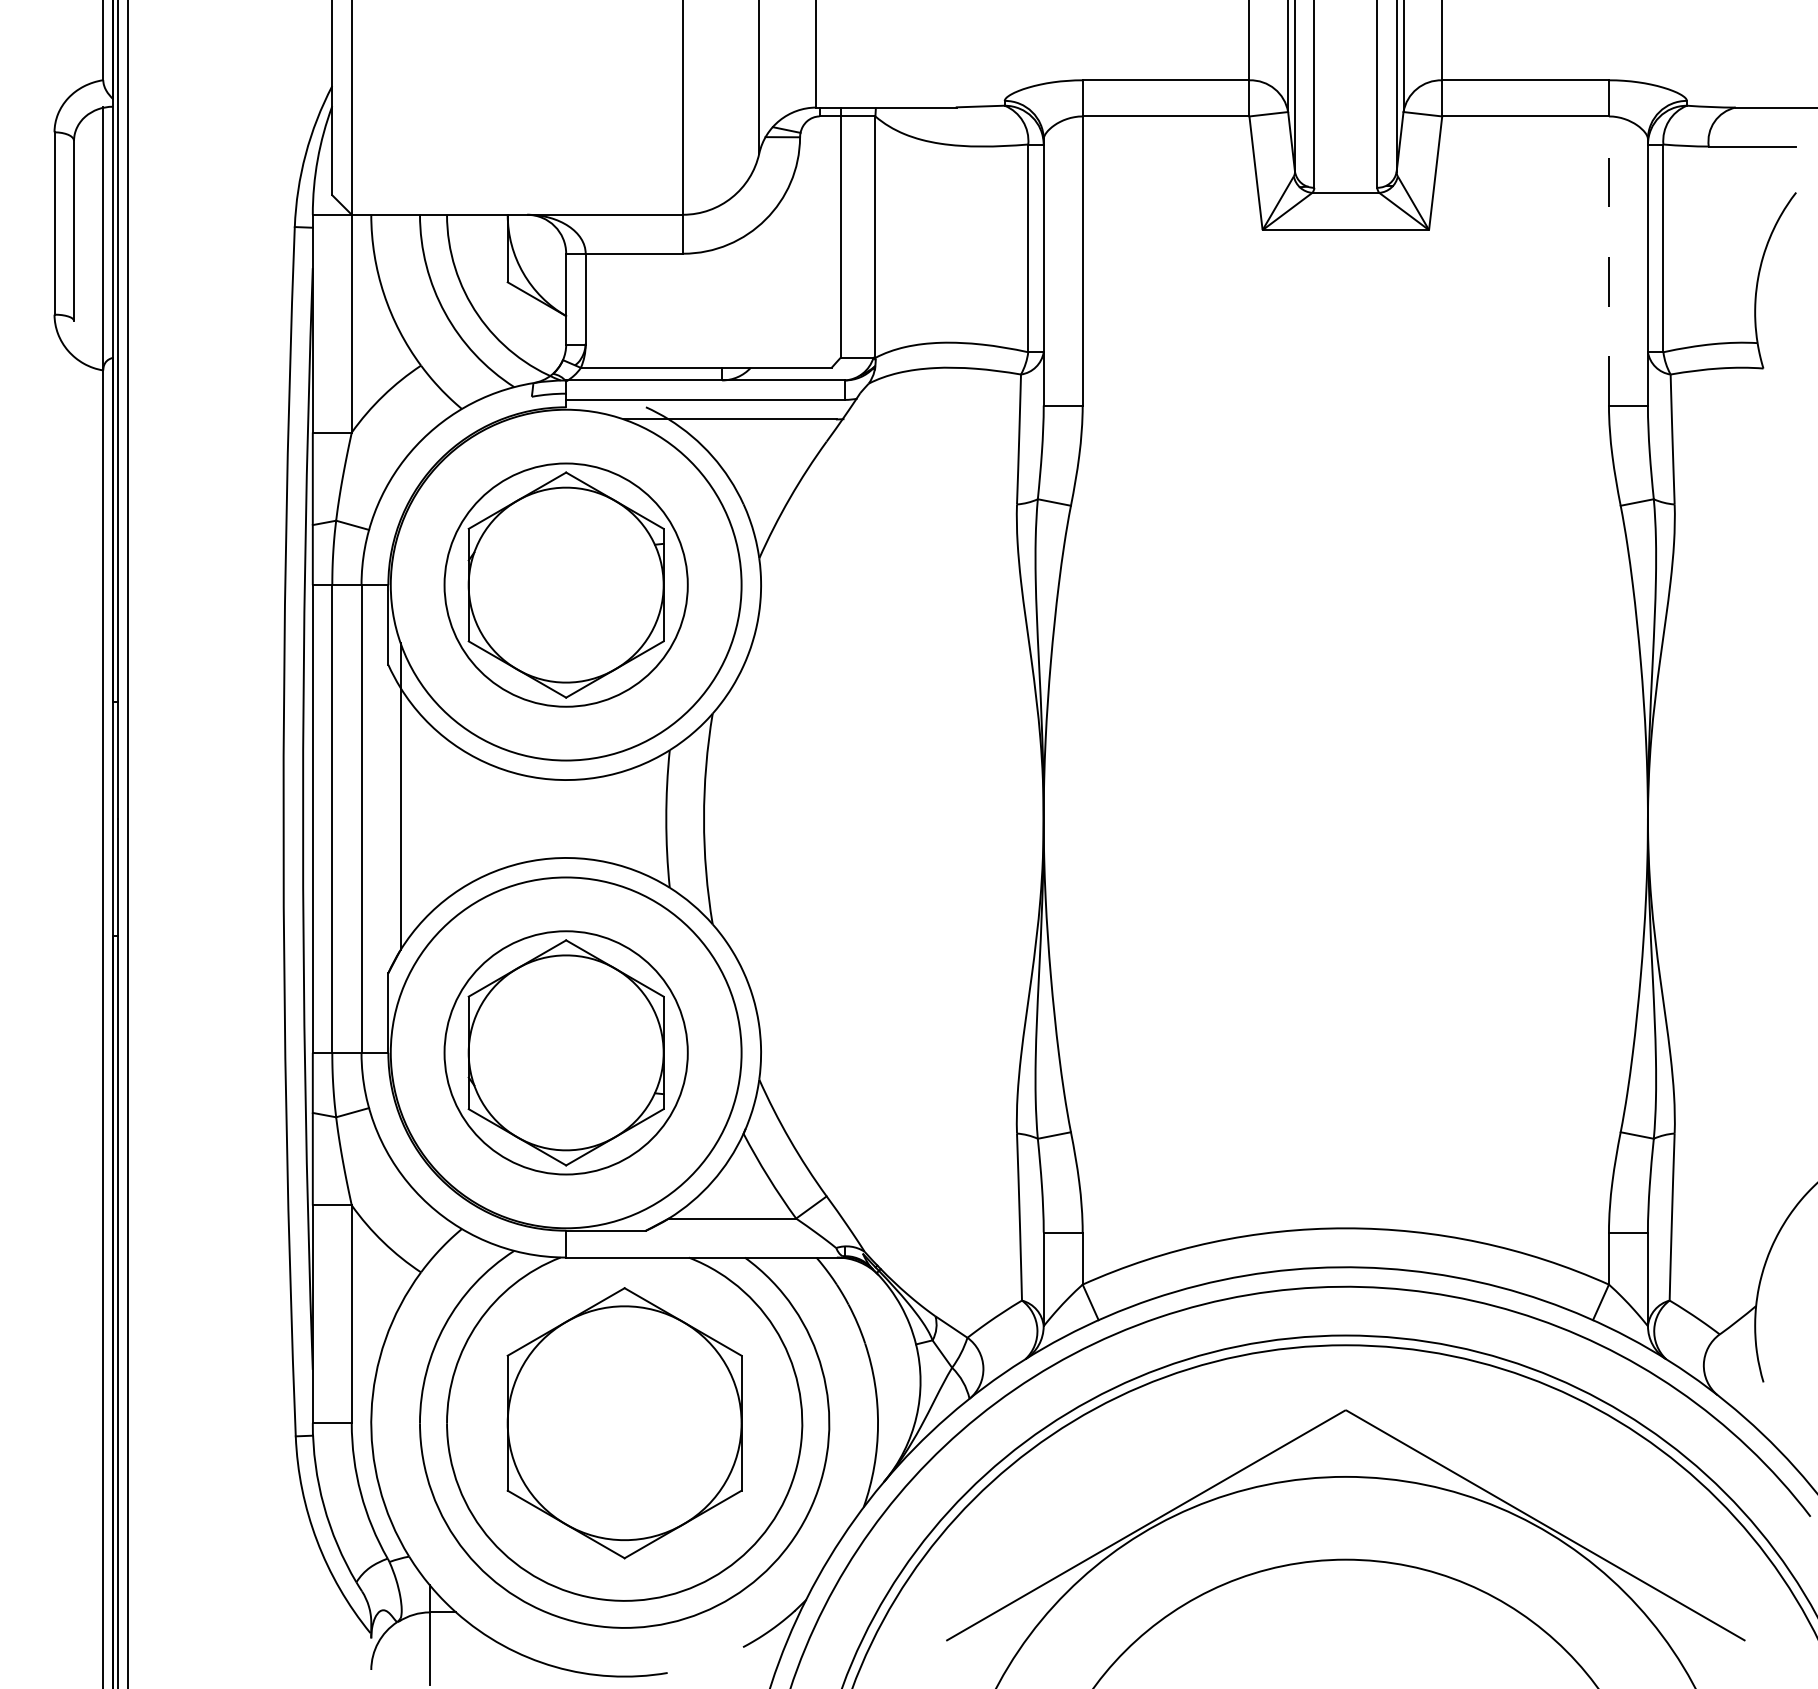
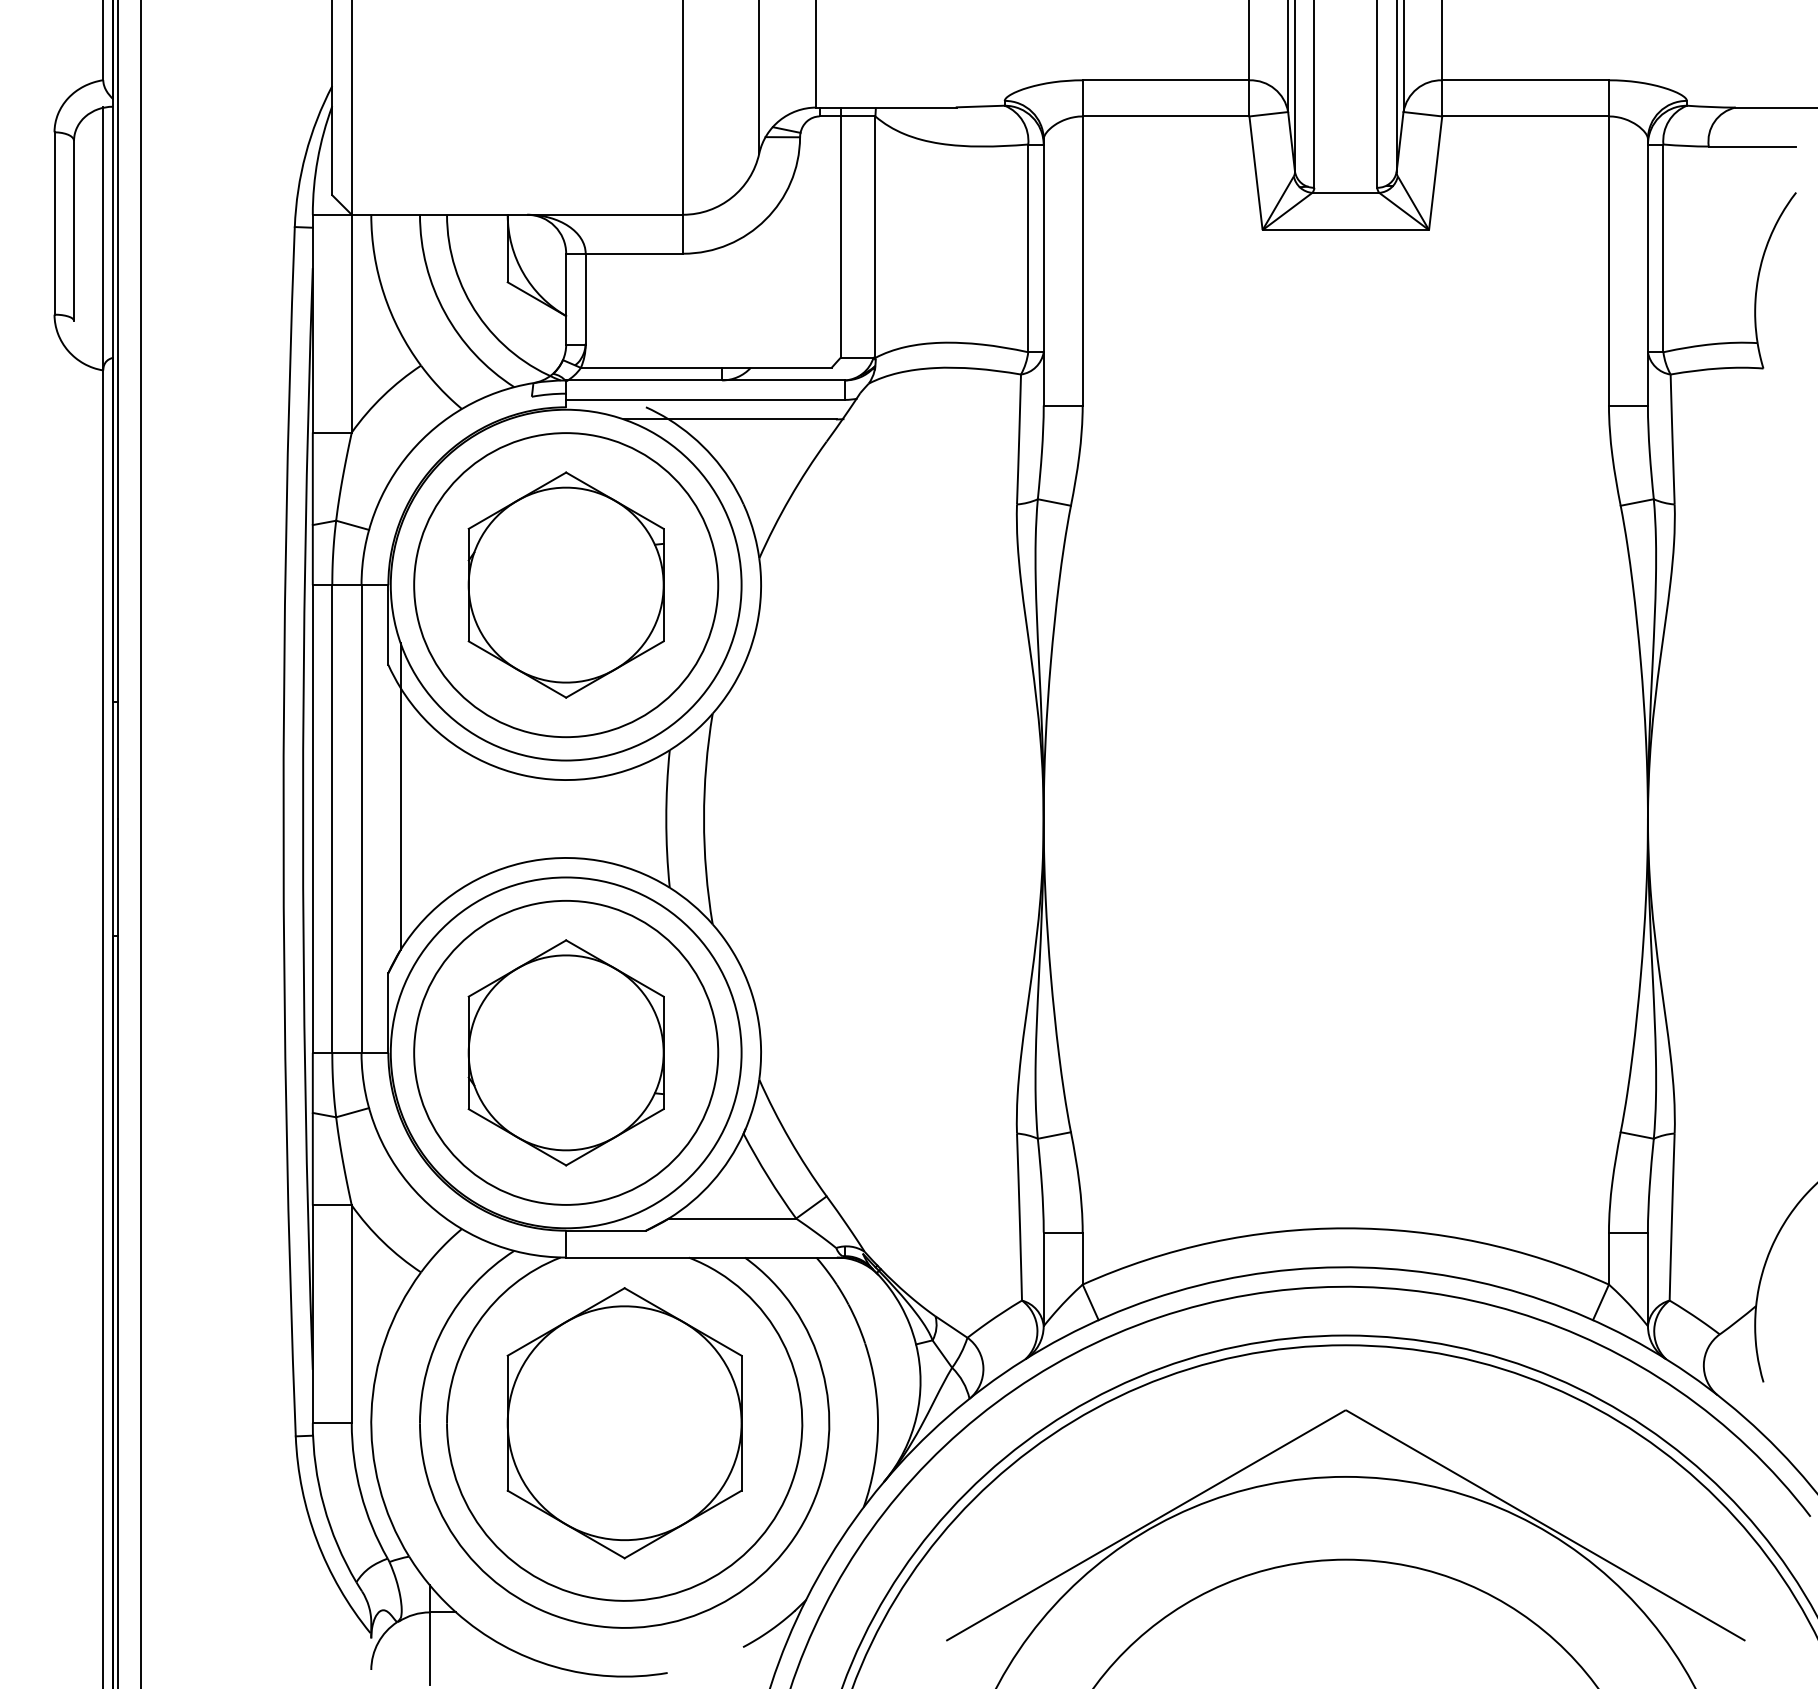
line at (1608, 260): dashed -> solid
circle at (565, 584) diameter: 243 px -> 304 px
line at (128, 843) position: (128, 843) -> (141, 843)
circle at (565, 1052) diameter: 243 px -> 304 px
